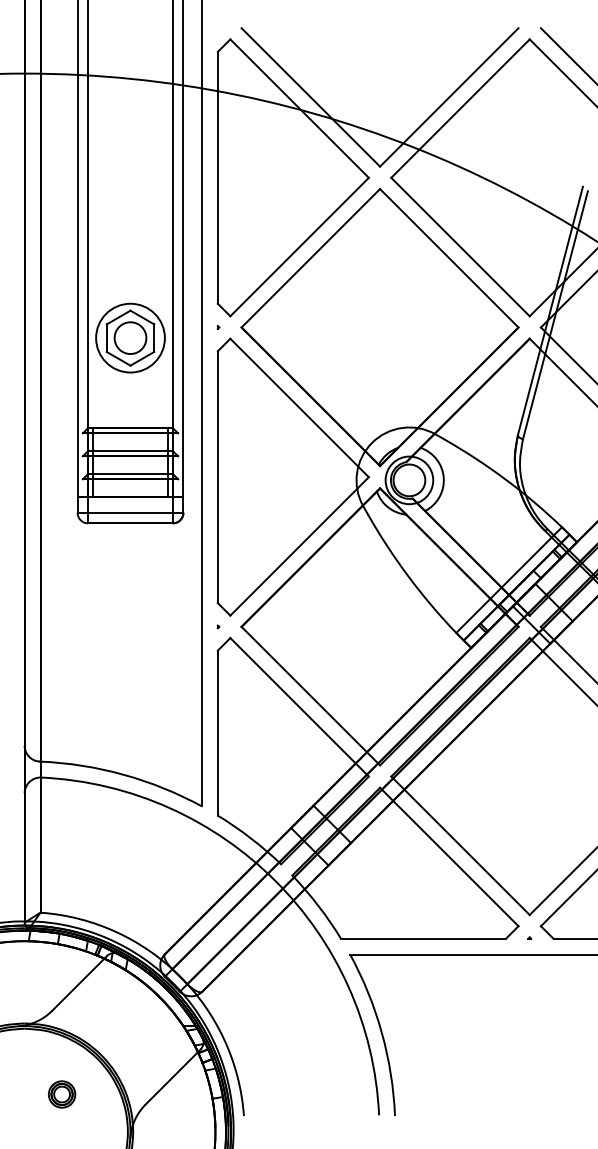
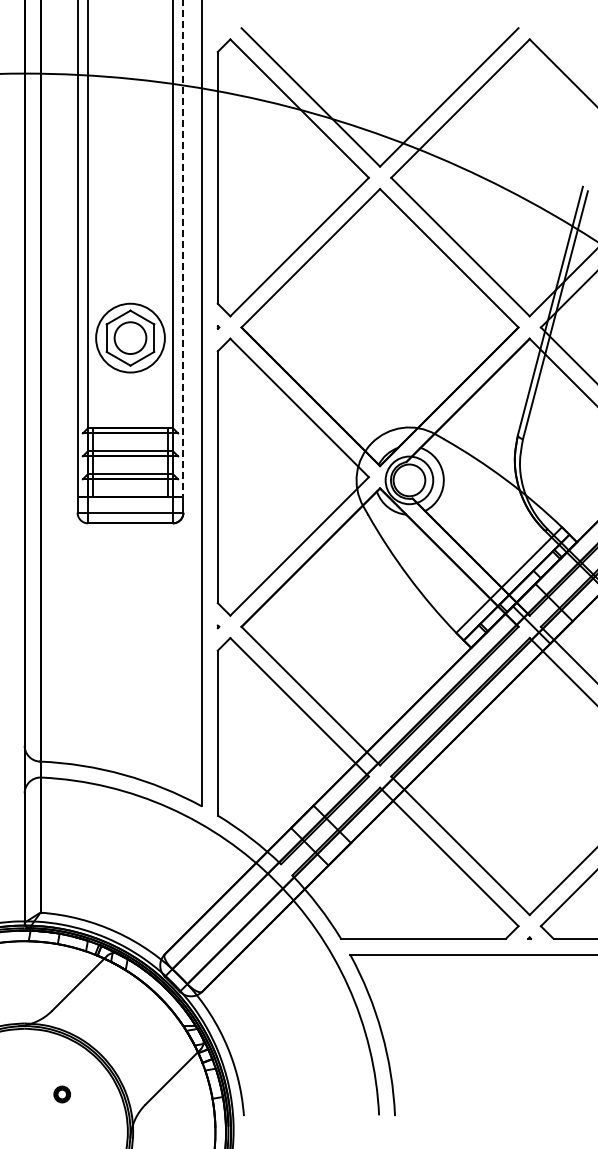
line at (567, 55): present -> none
line at (183, 248): solid -> dashed
part at (62, 1094) size: 29x29 px -> 19x19 px
